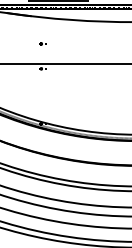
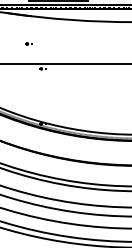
part at (42, 43) position: (42, 43) -> (28, 43)
